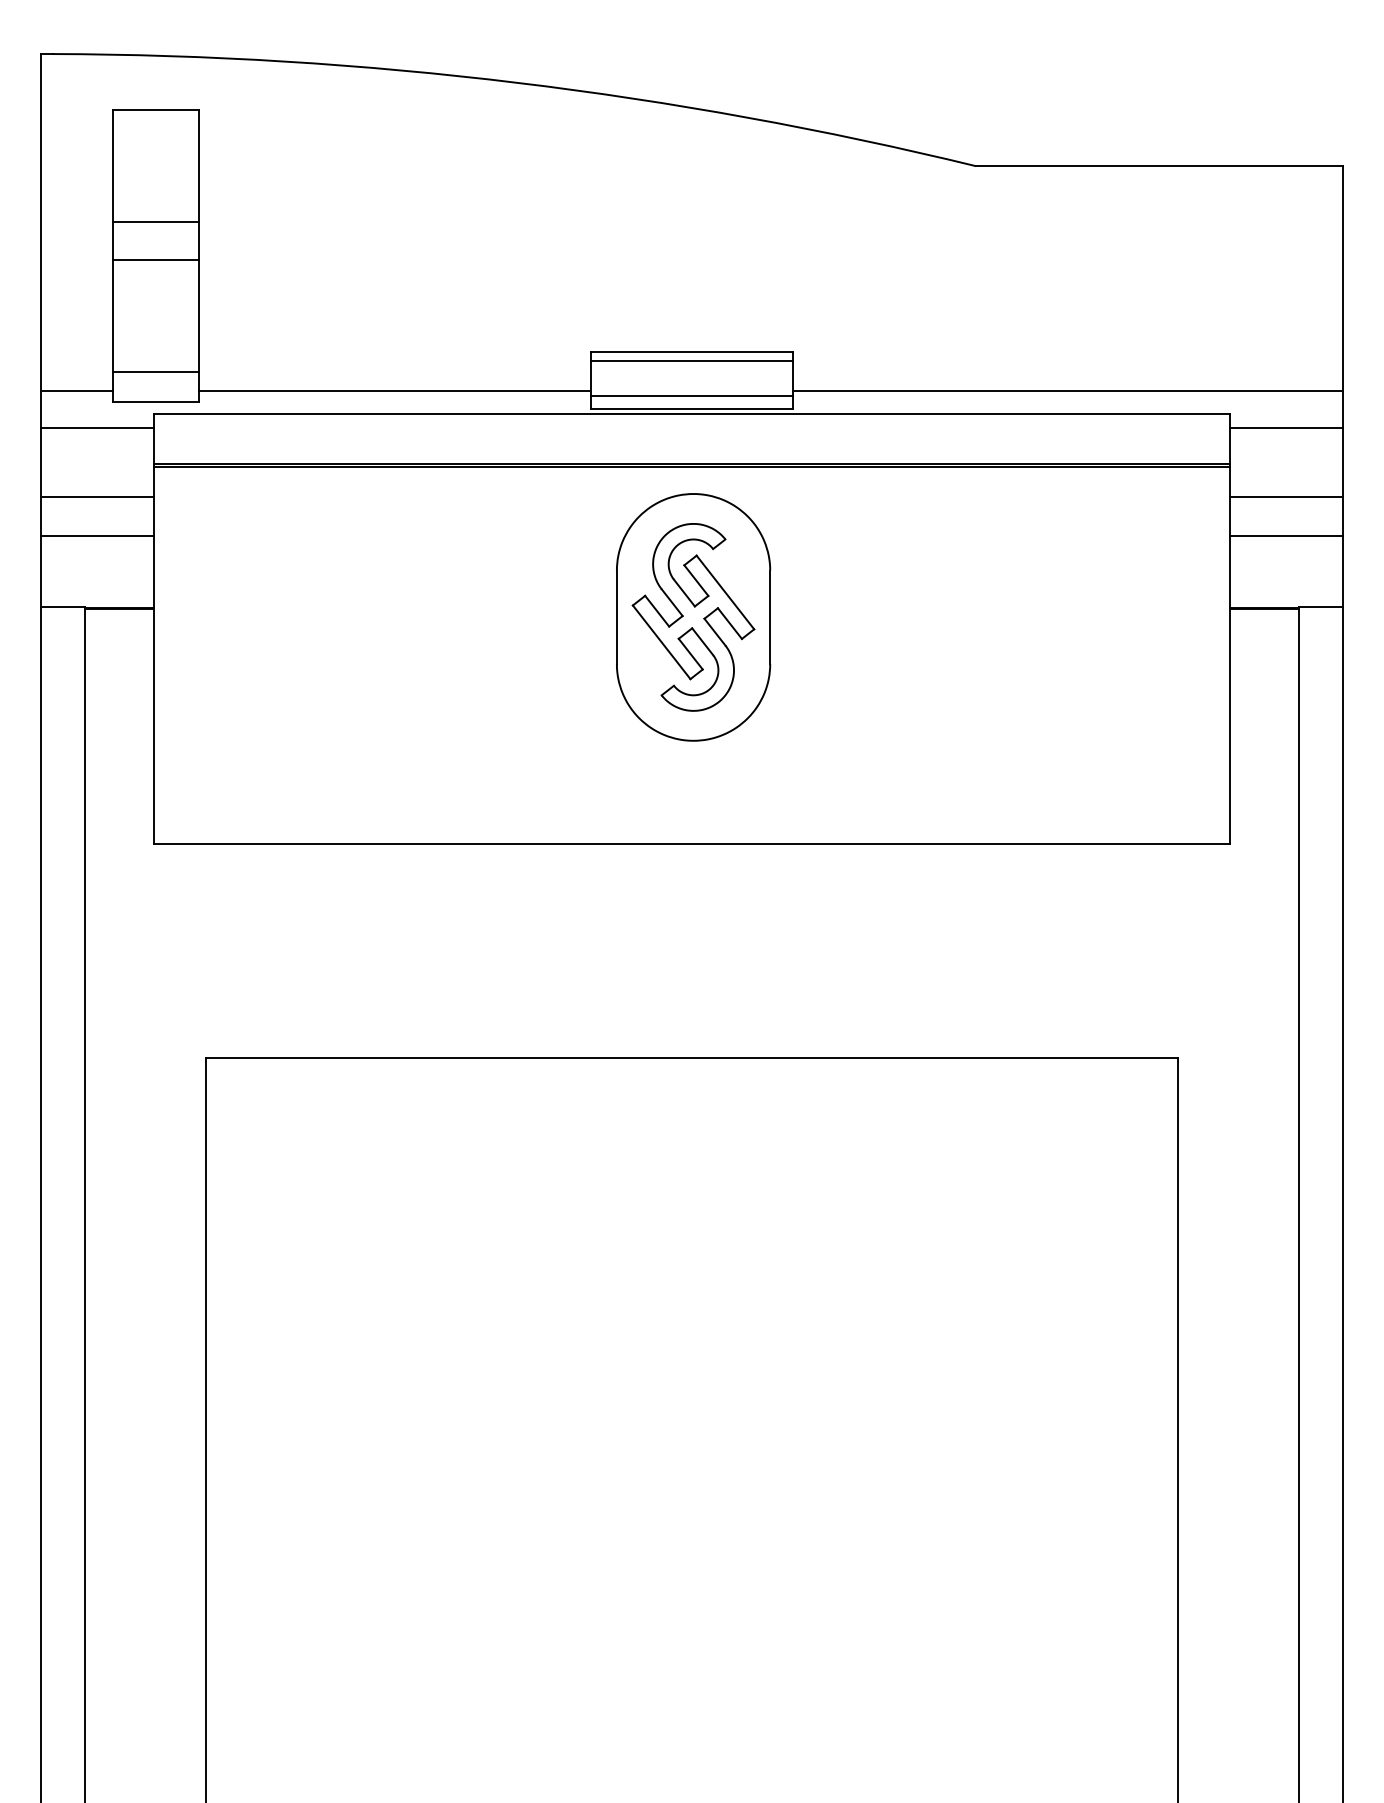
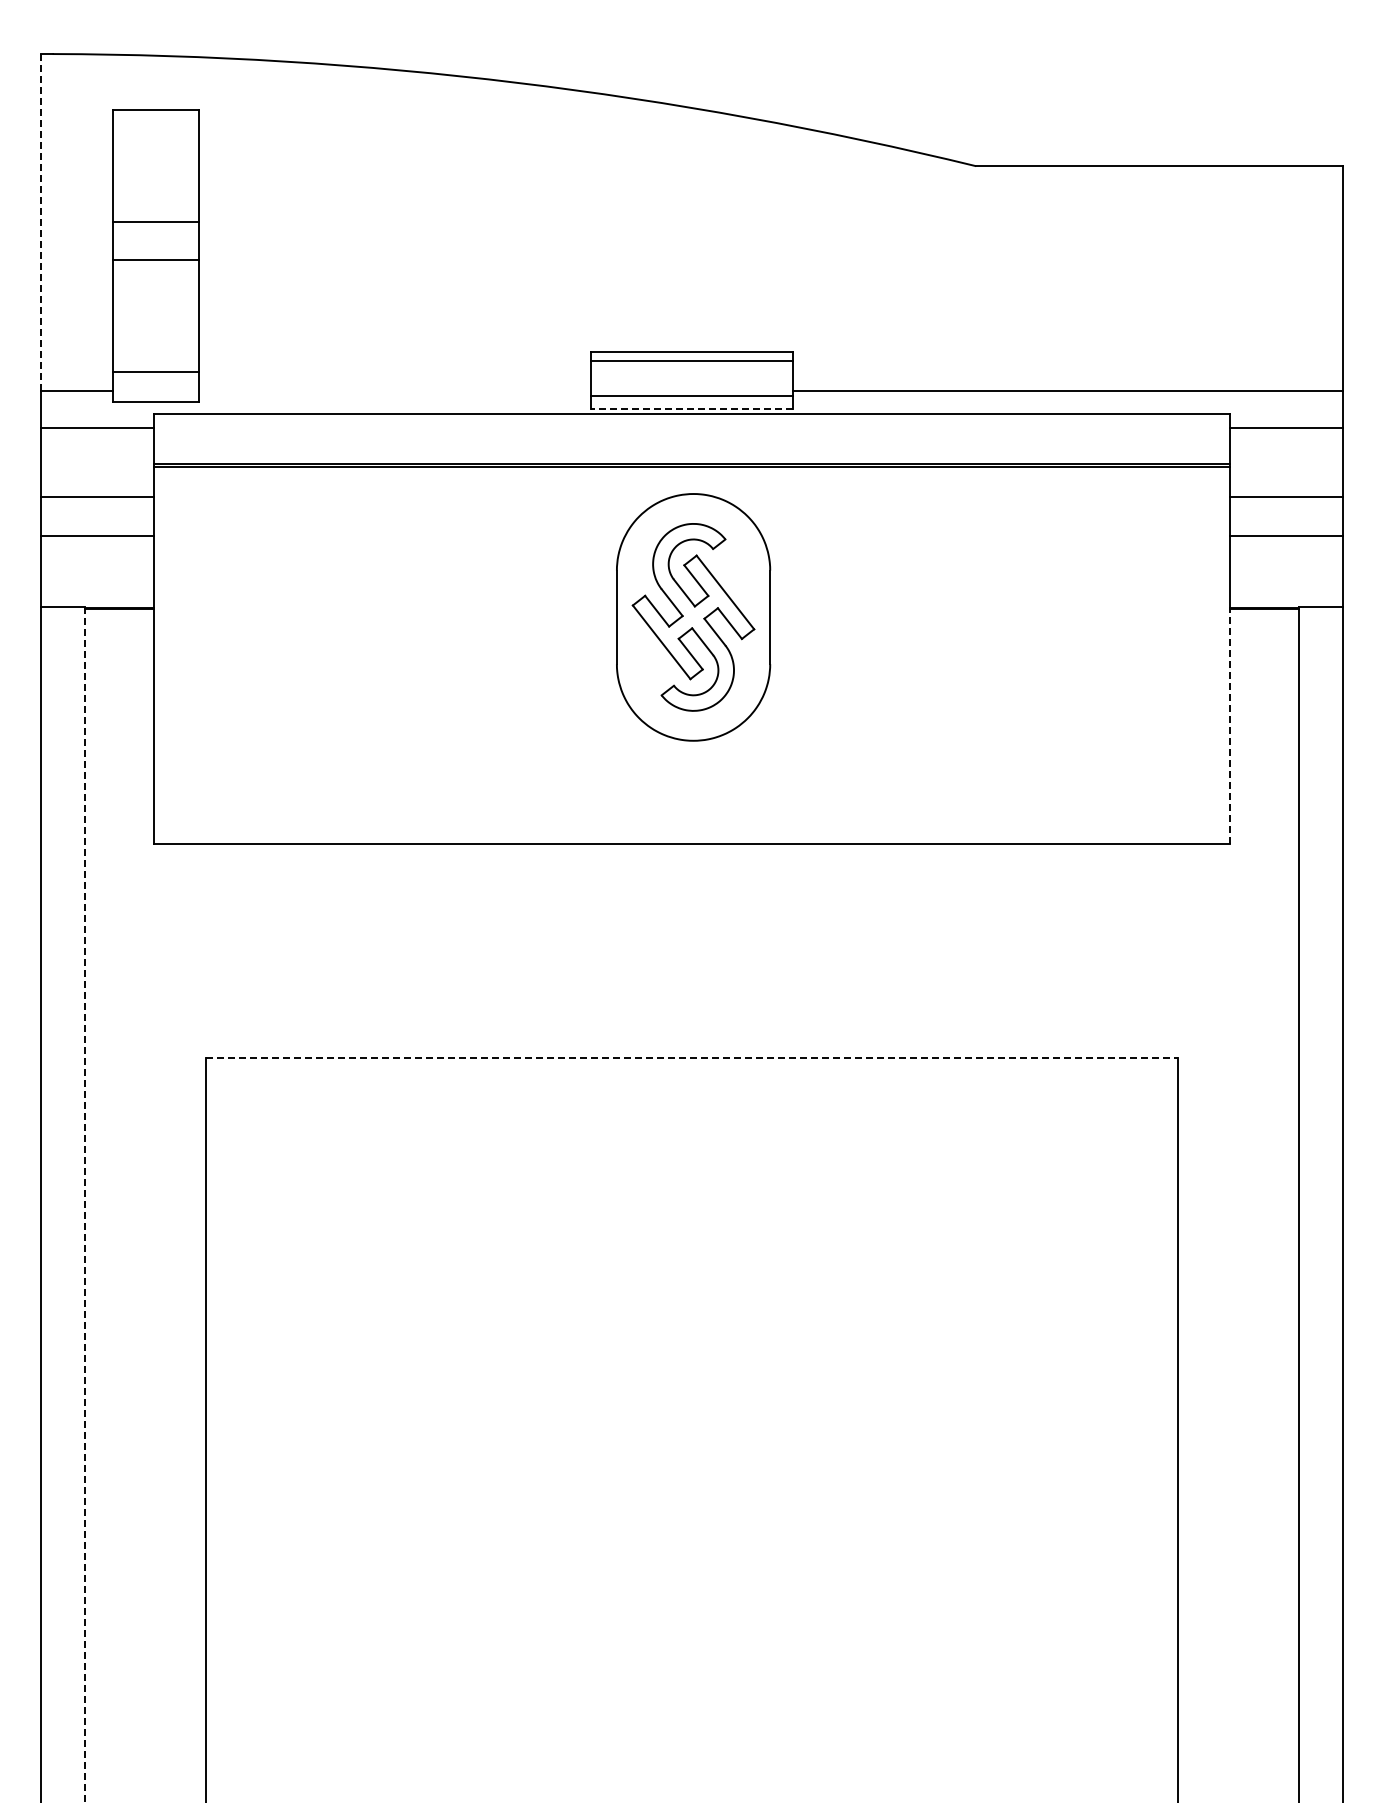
line at (41, 221): solid -> dashed
line at (395, 390): present -> none
line at (691, 409): solid -> dashed
line at (1230, 726): solid -> dashed
line at (692, 1058): solid -> dashed
line at (85, 1204): solid -> dashed
